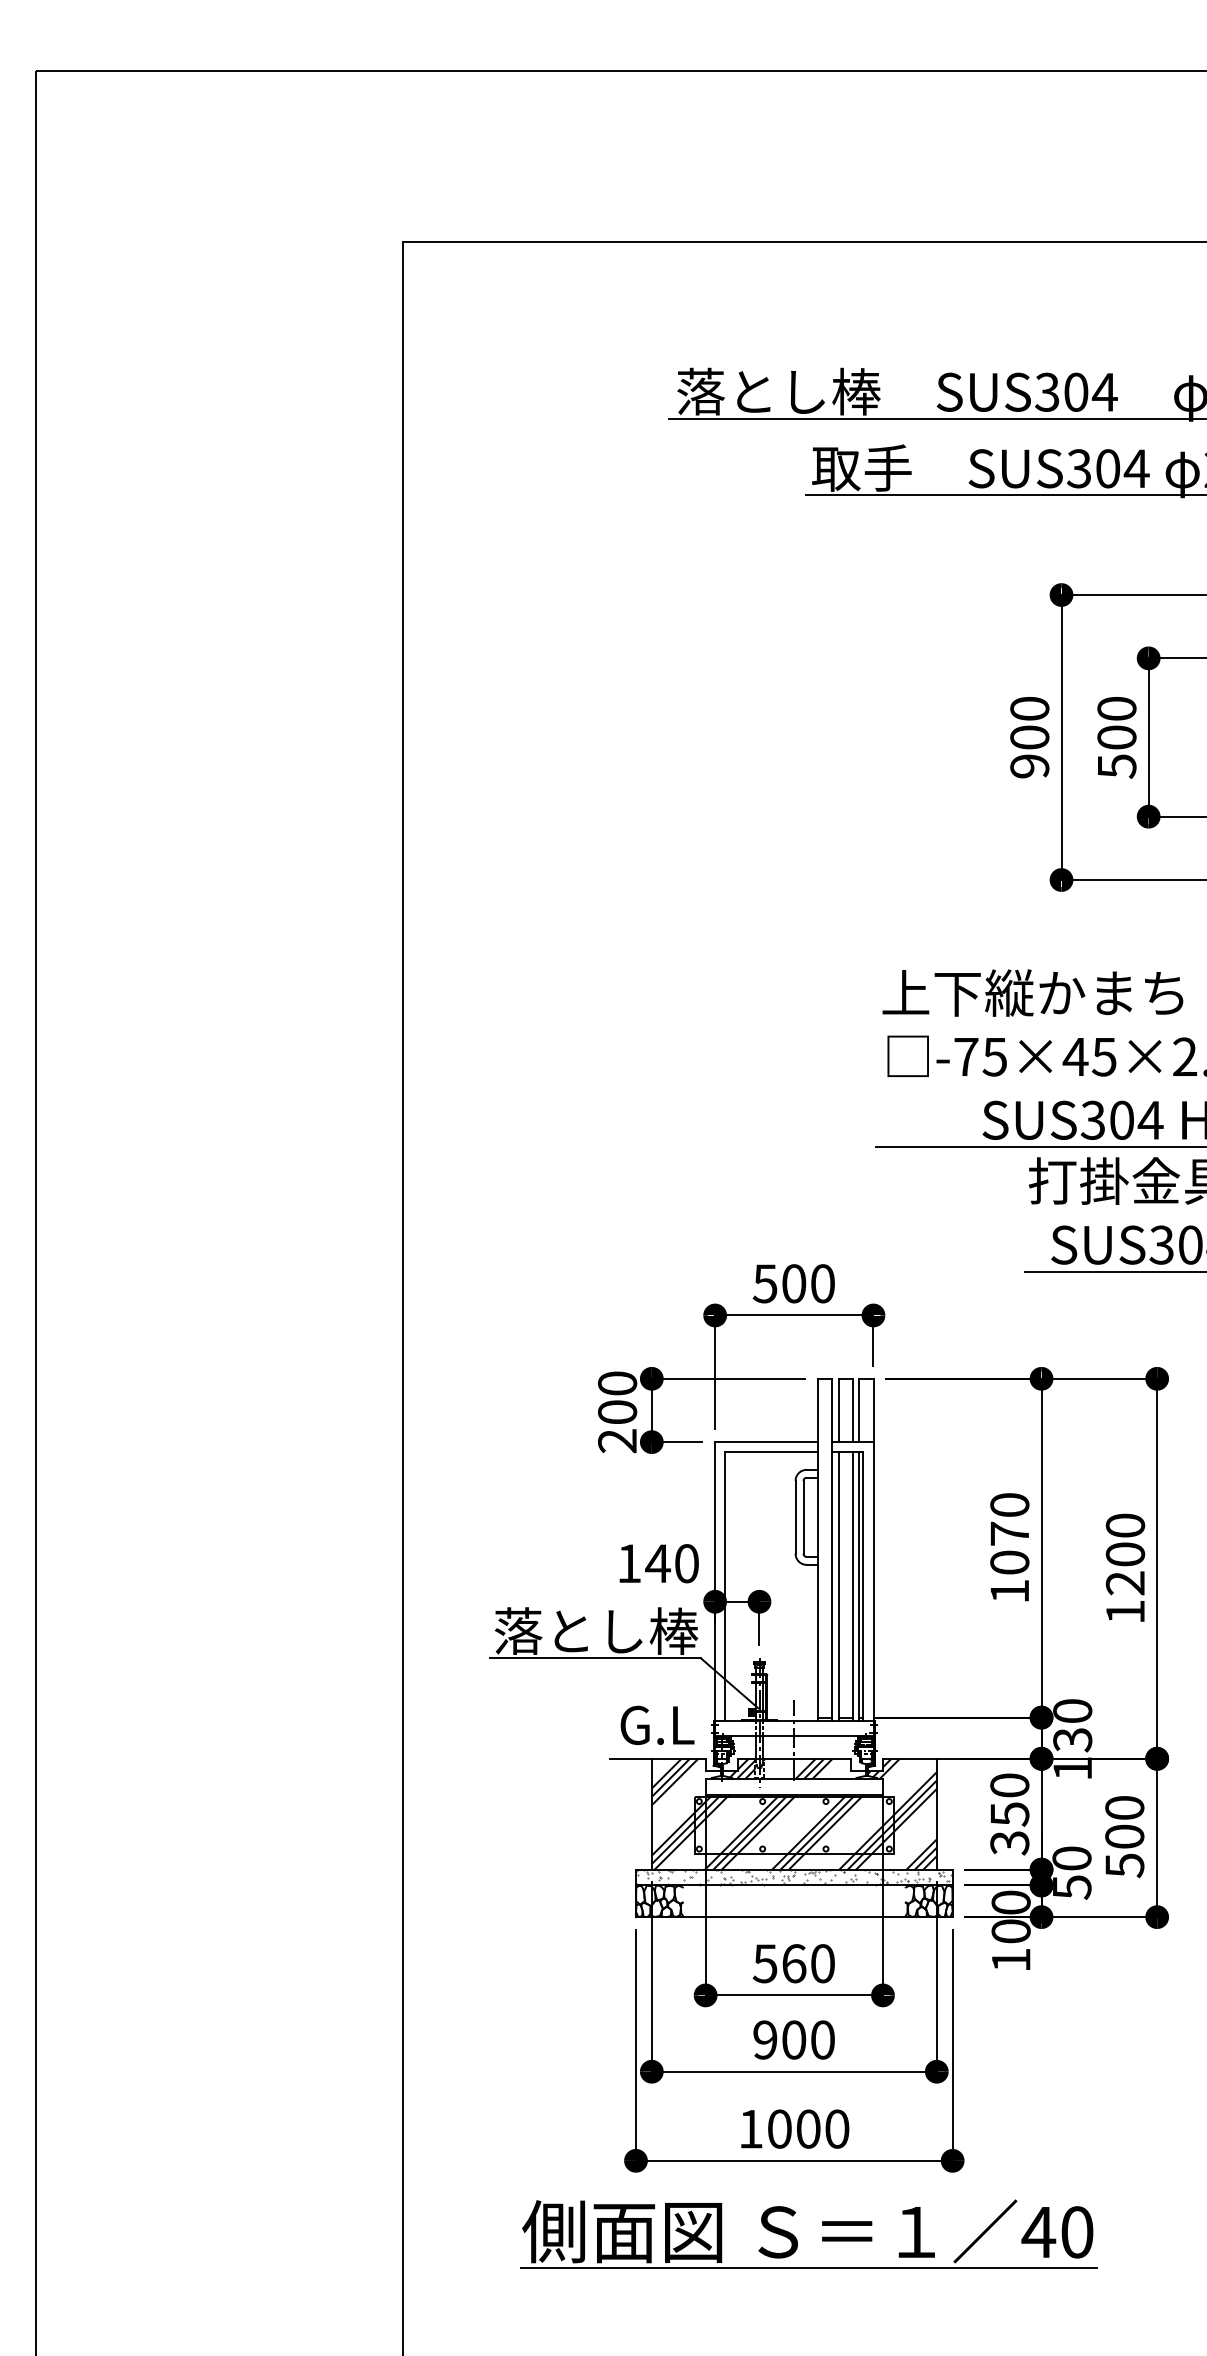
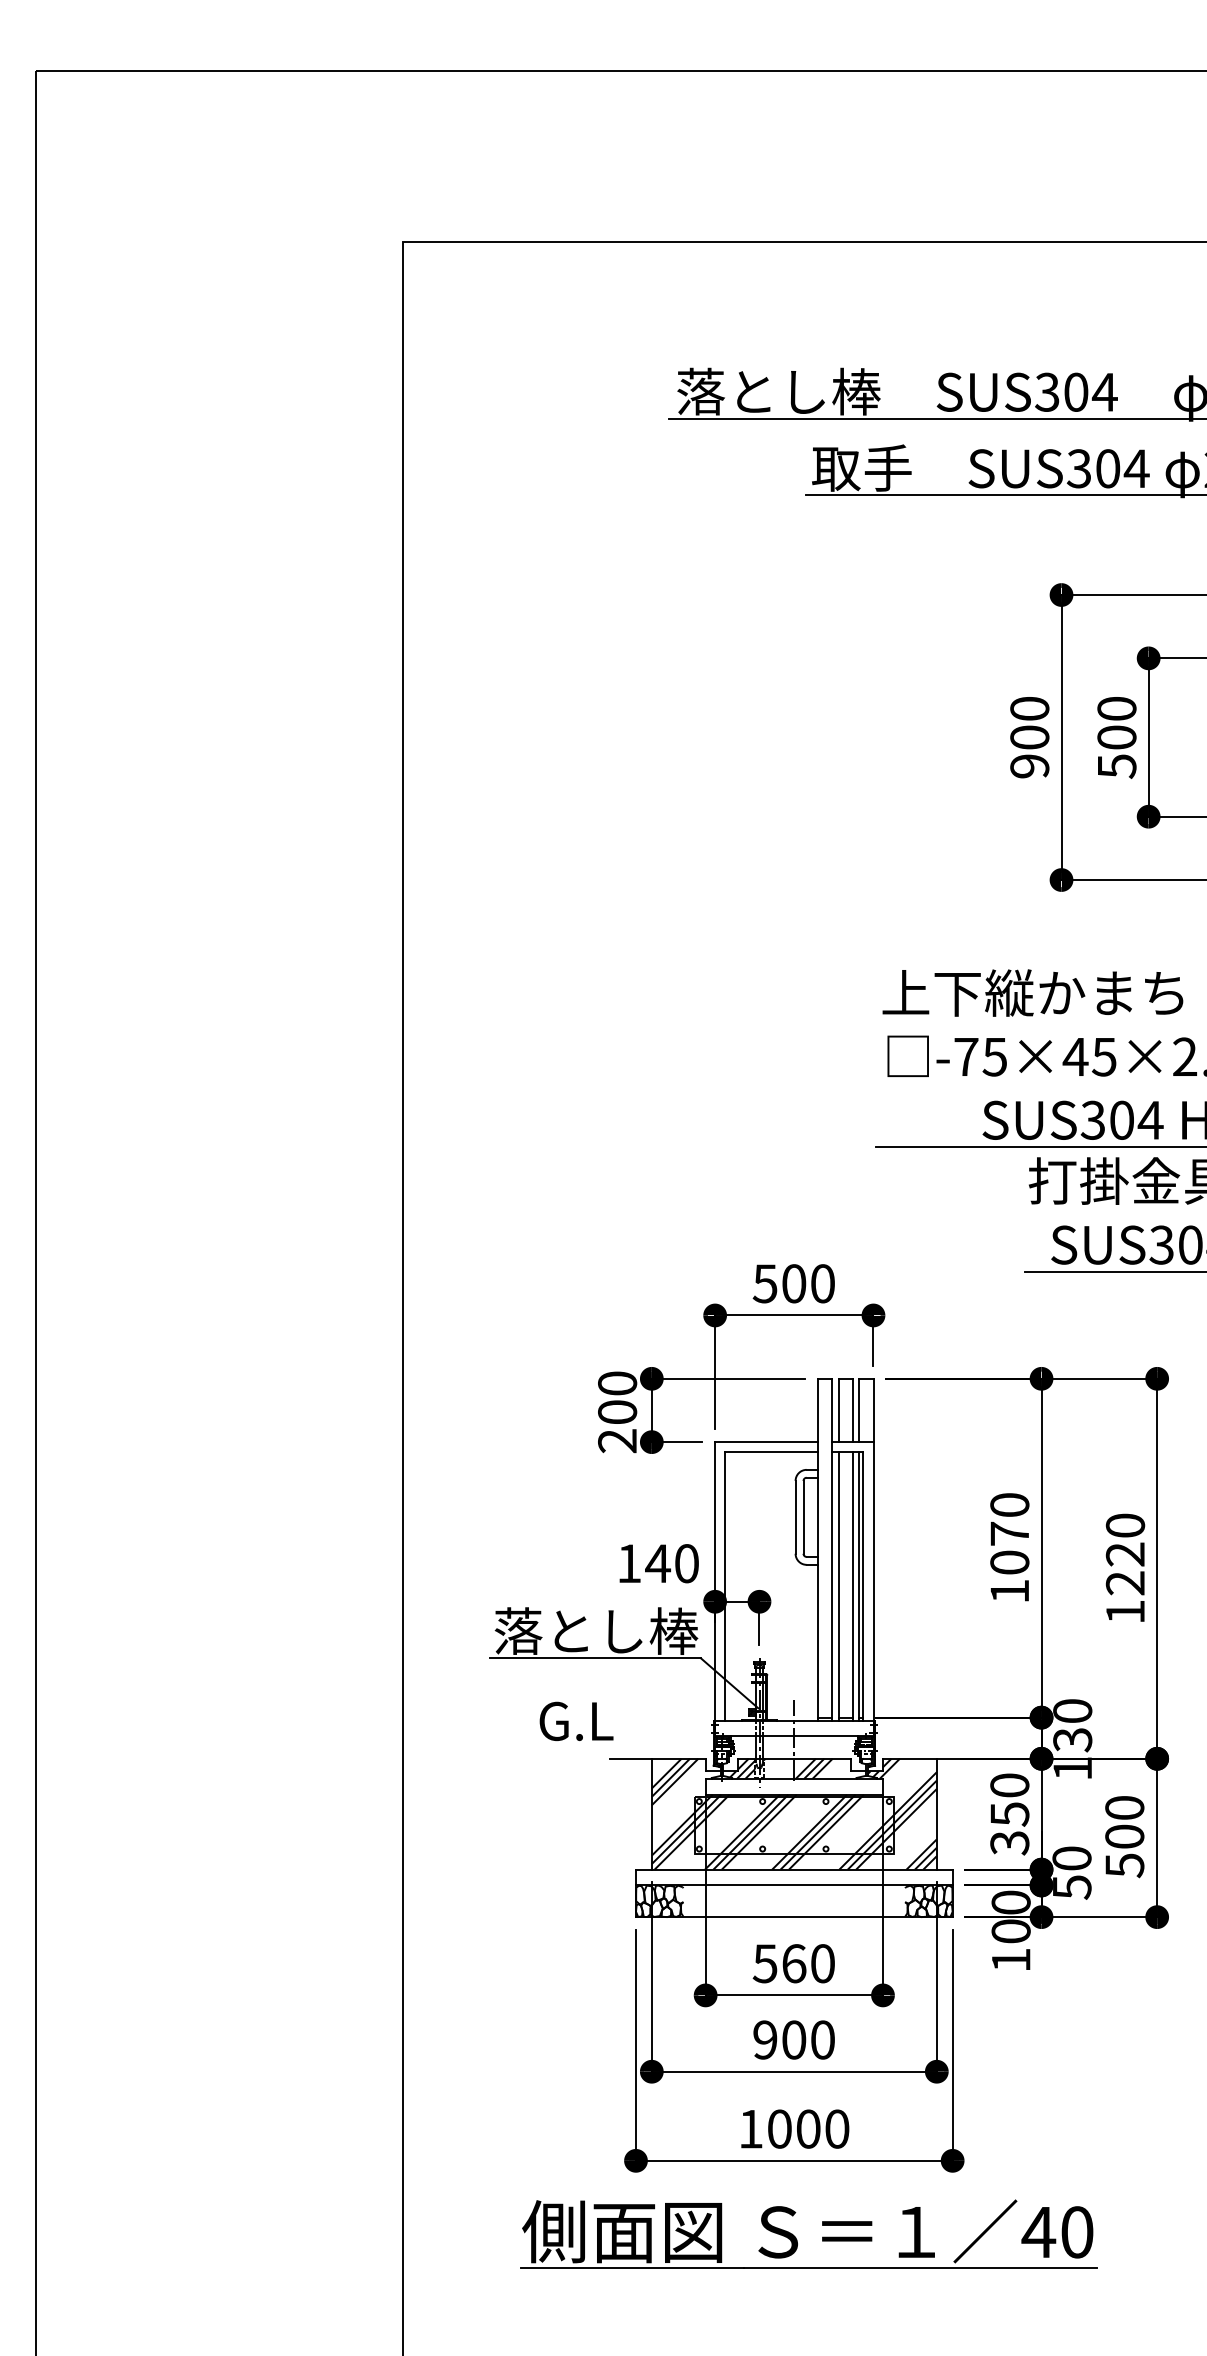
text at (1125, 1554): 1200 -> 1220
text at (657, 1724) position: (657, 1724) -> (576, 1720)
hatch at (793, 1877): present -> none
